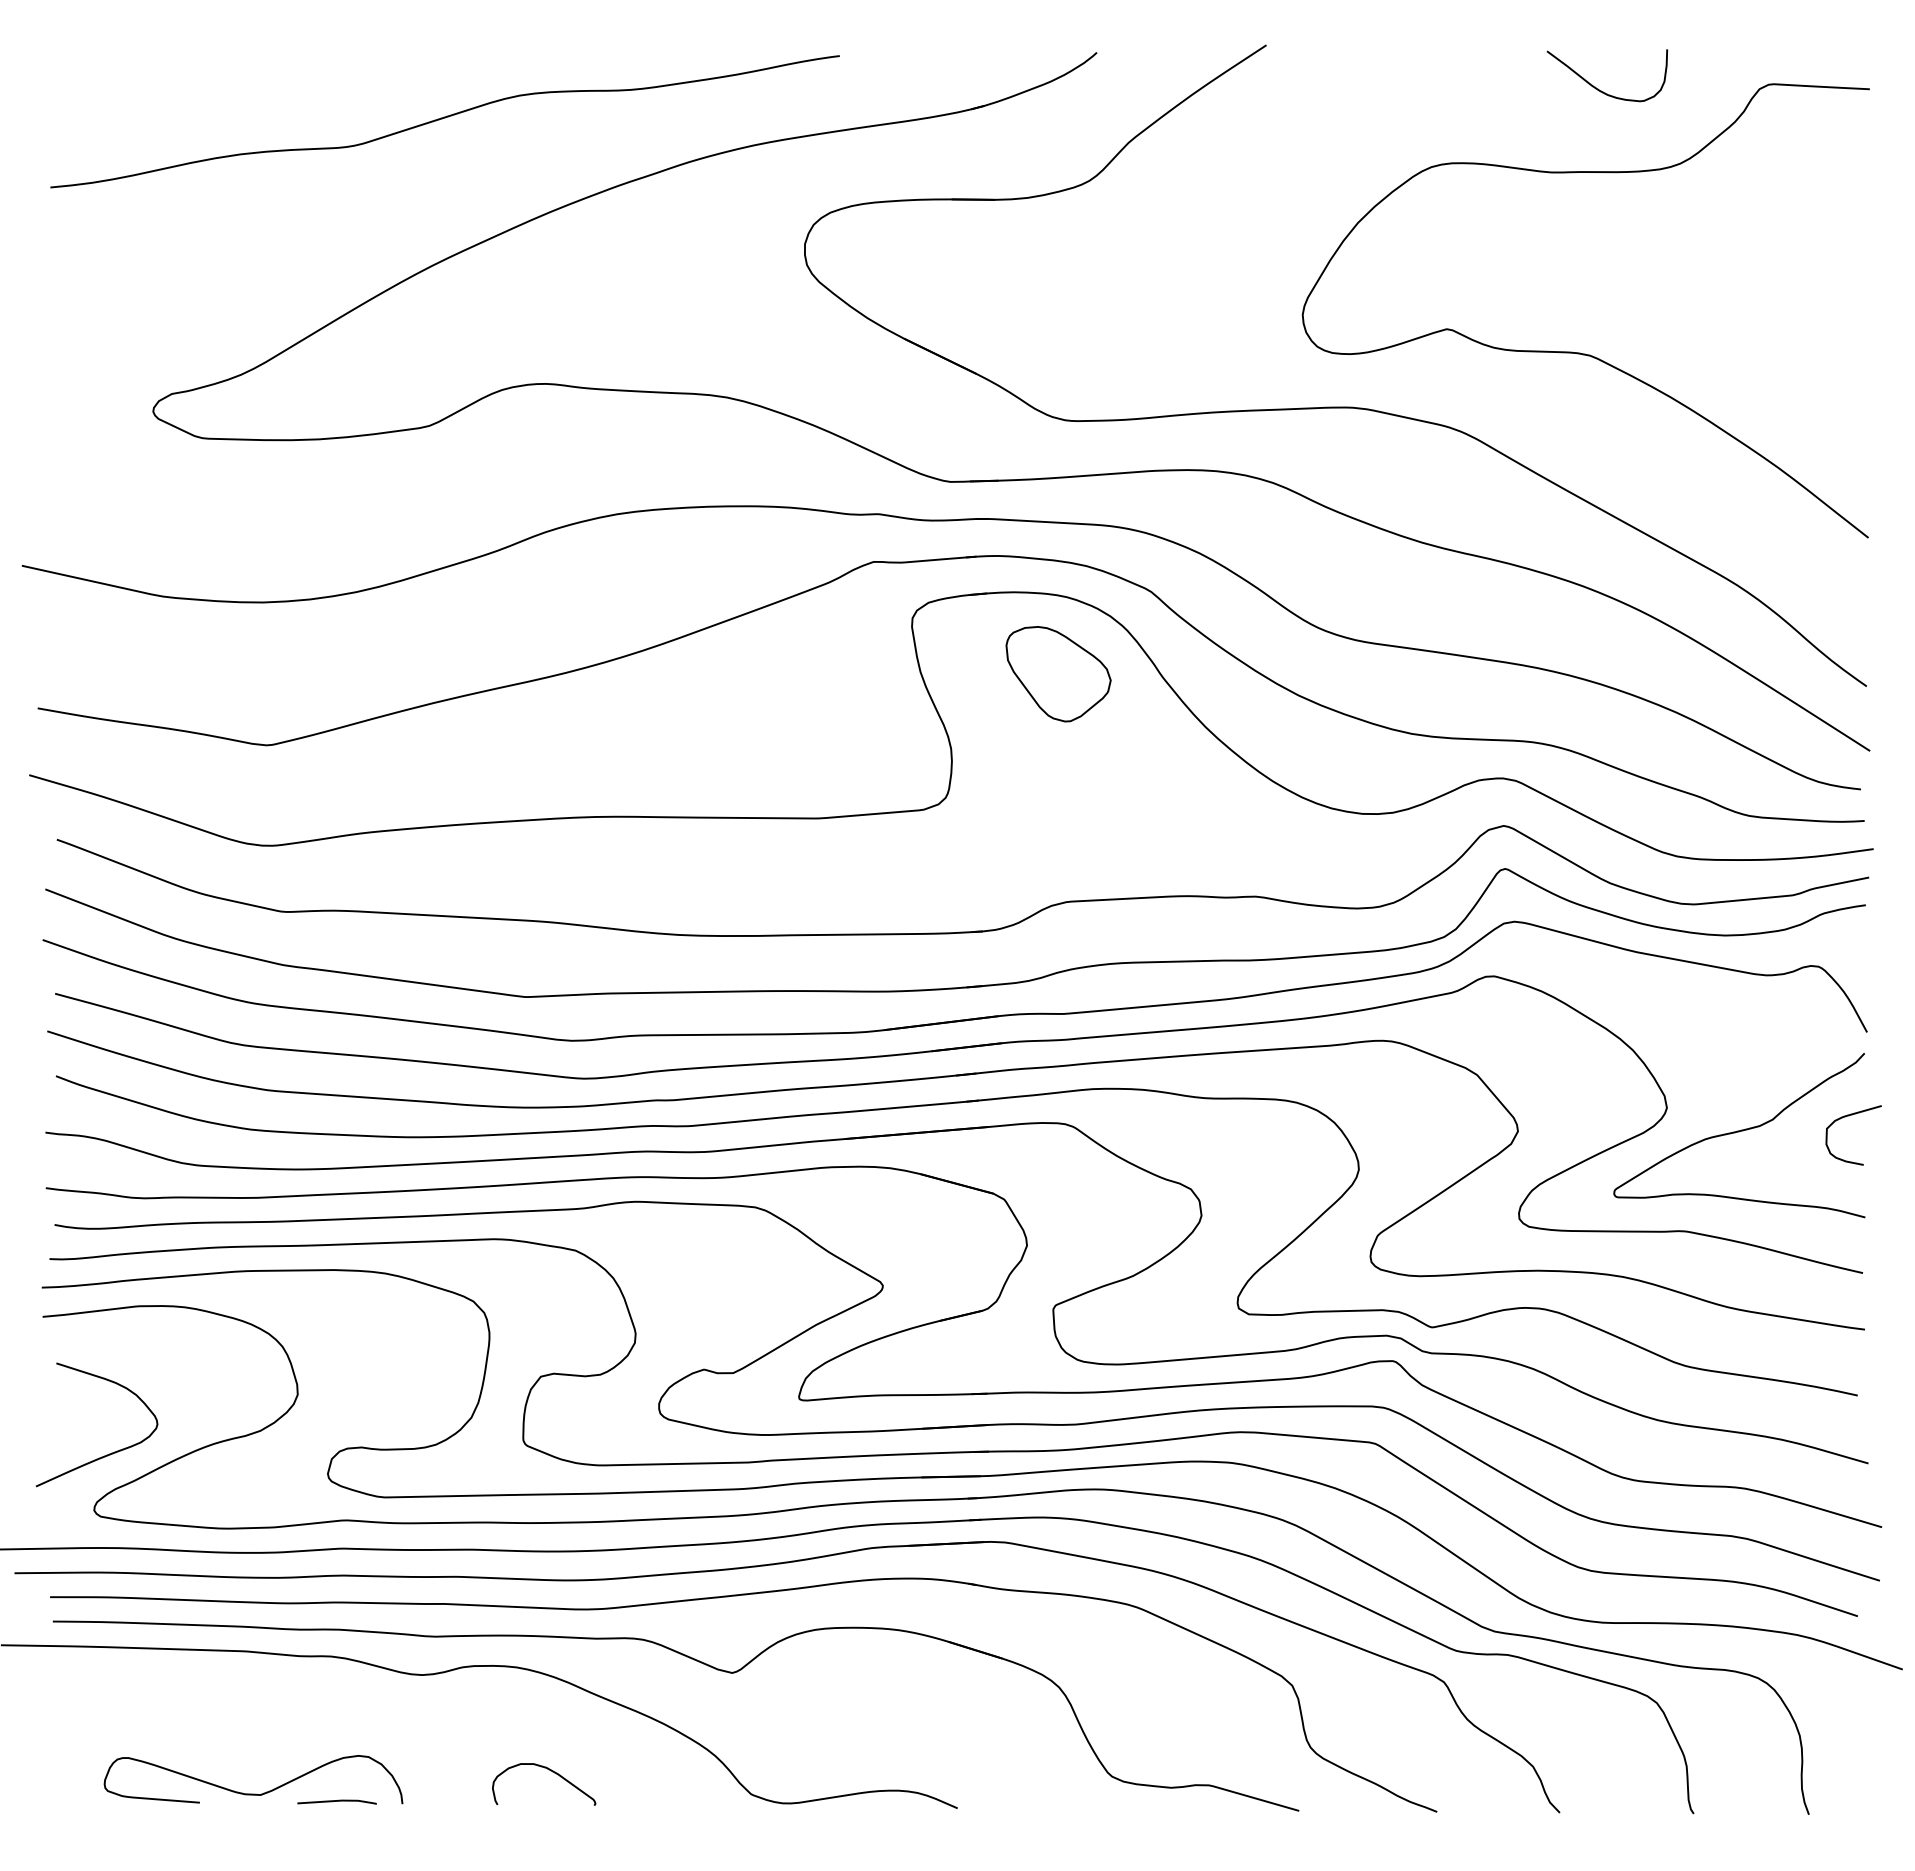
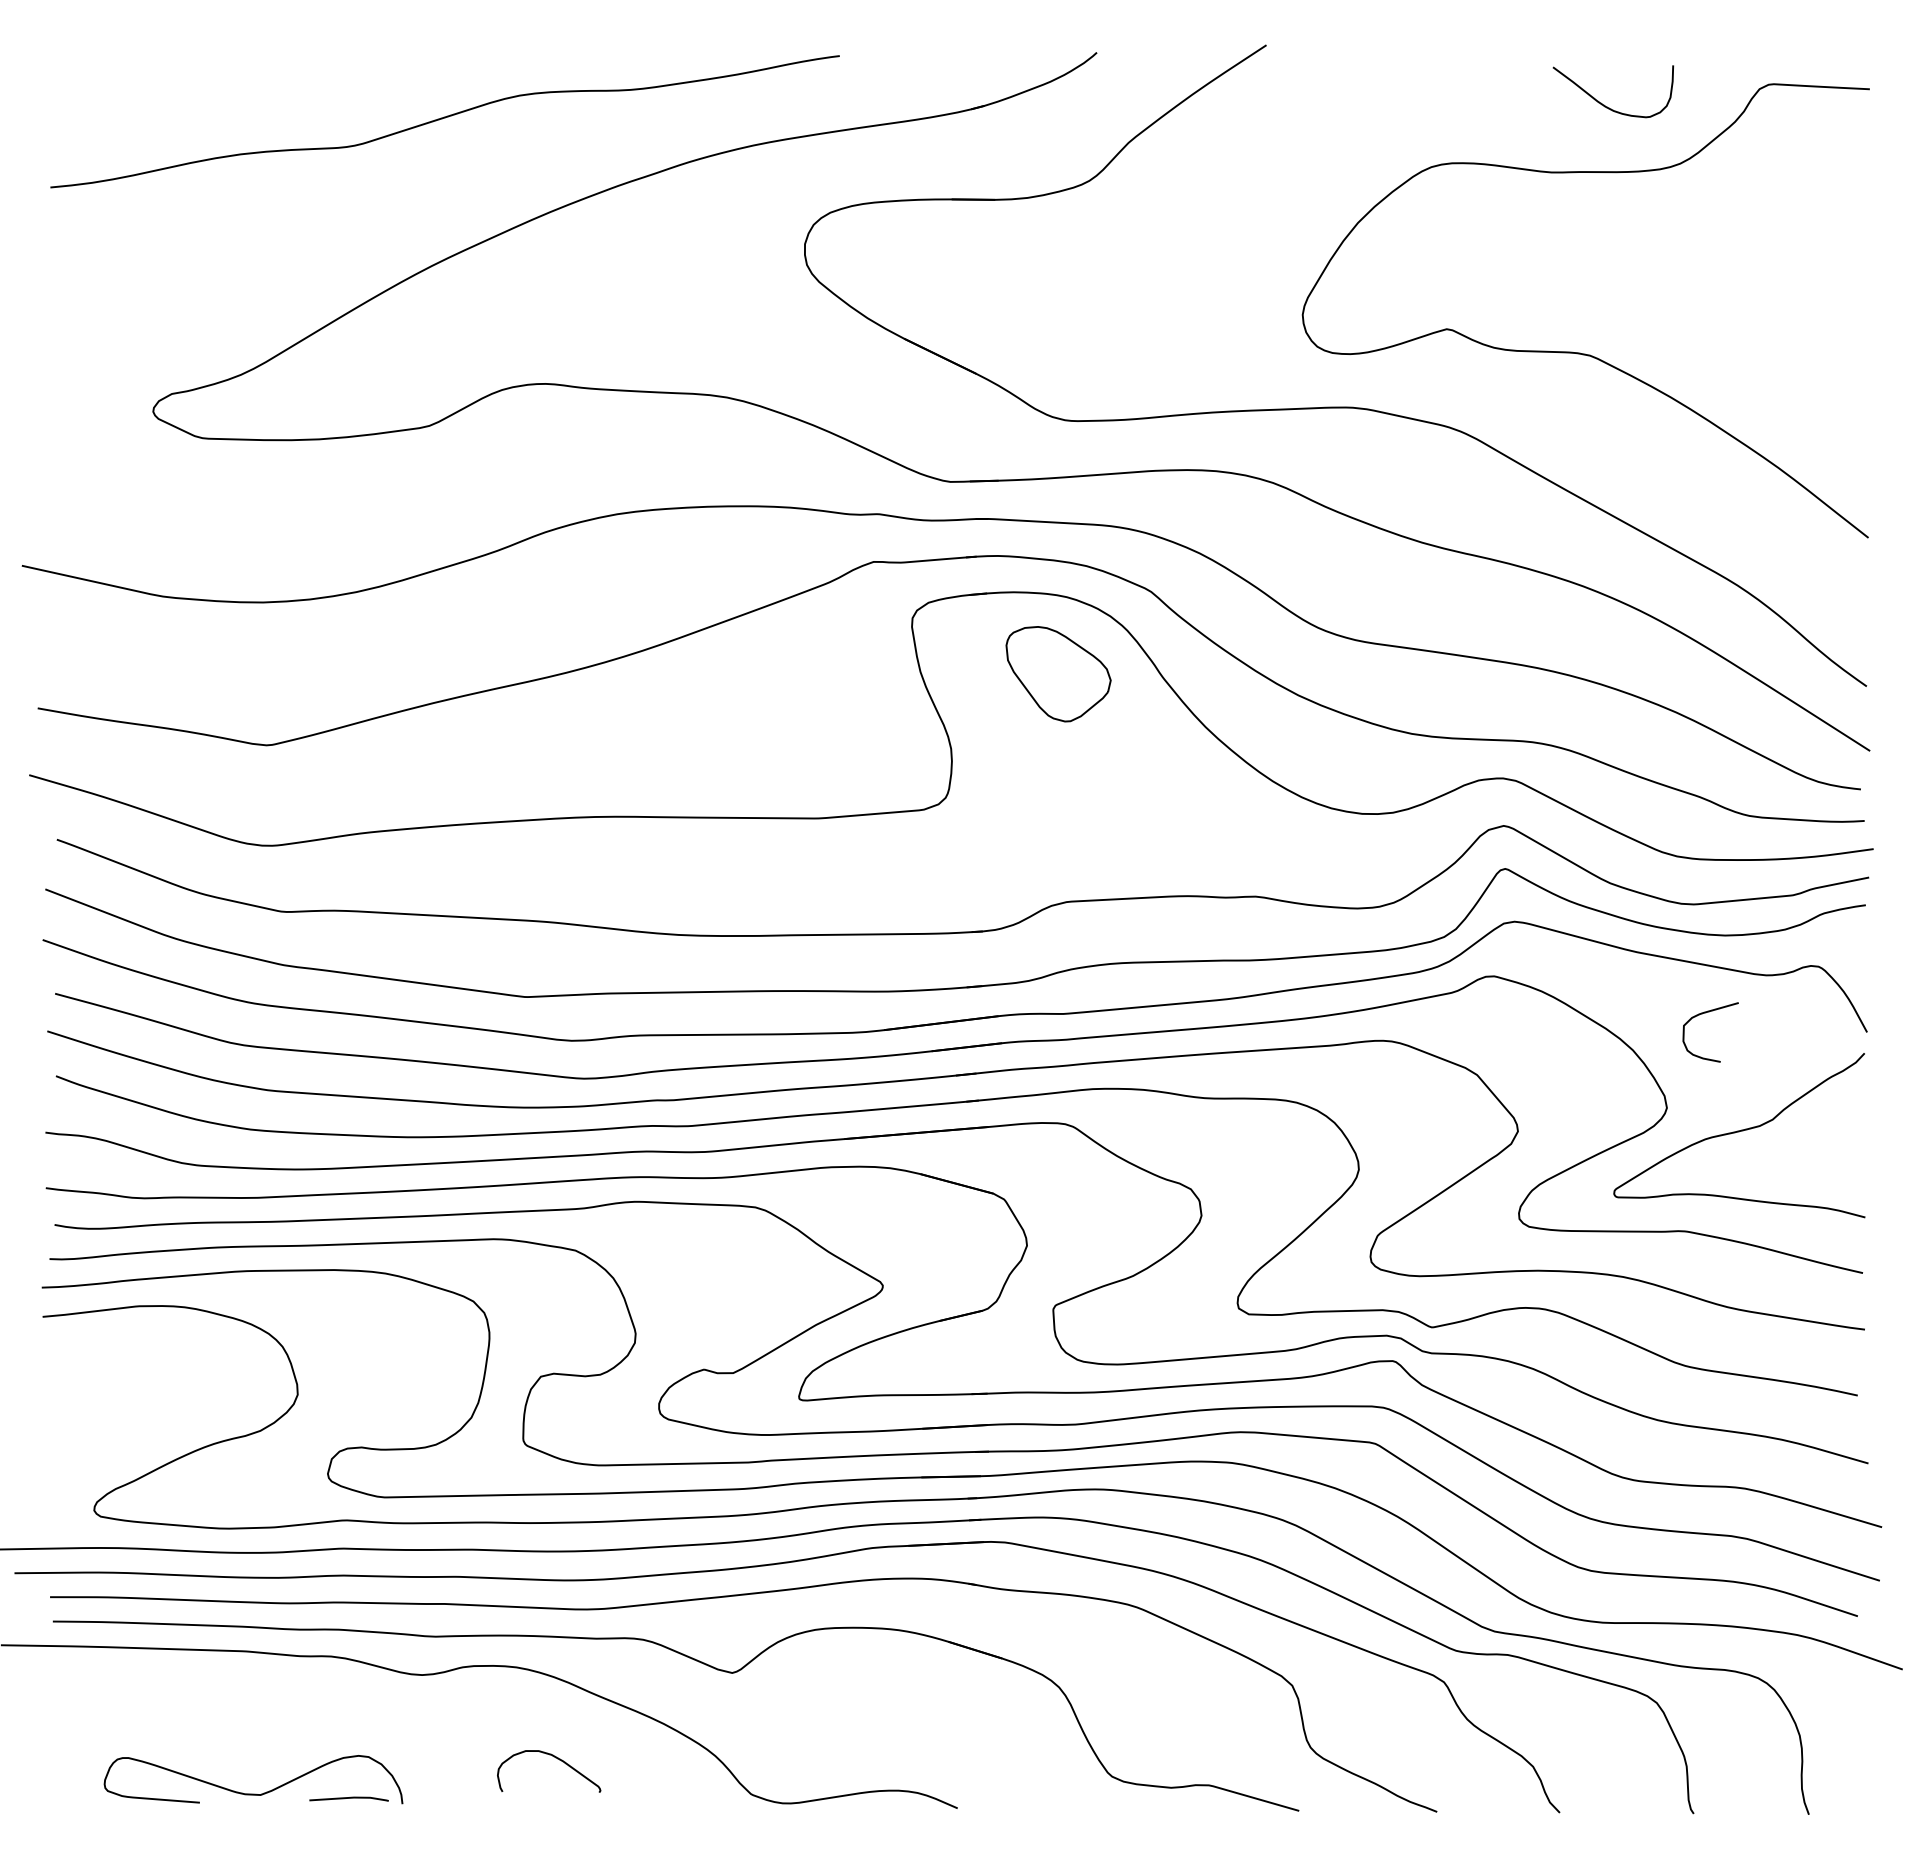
curve at (1598, 88) position: (1598, 88) -> (1604, 104)
curve at (1848, 1116) position: (1848, 1116) -> (1705, 1013)
curve at (106, 1454): present -> none
curve at (550, 1771) position: (550, 1771) -> (555, 1758)
line at (336, 1801) position: (336, 1801) -> (348, 1798)
